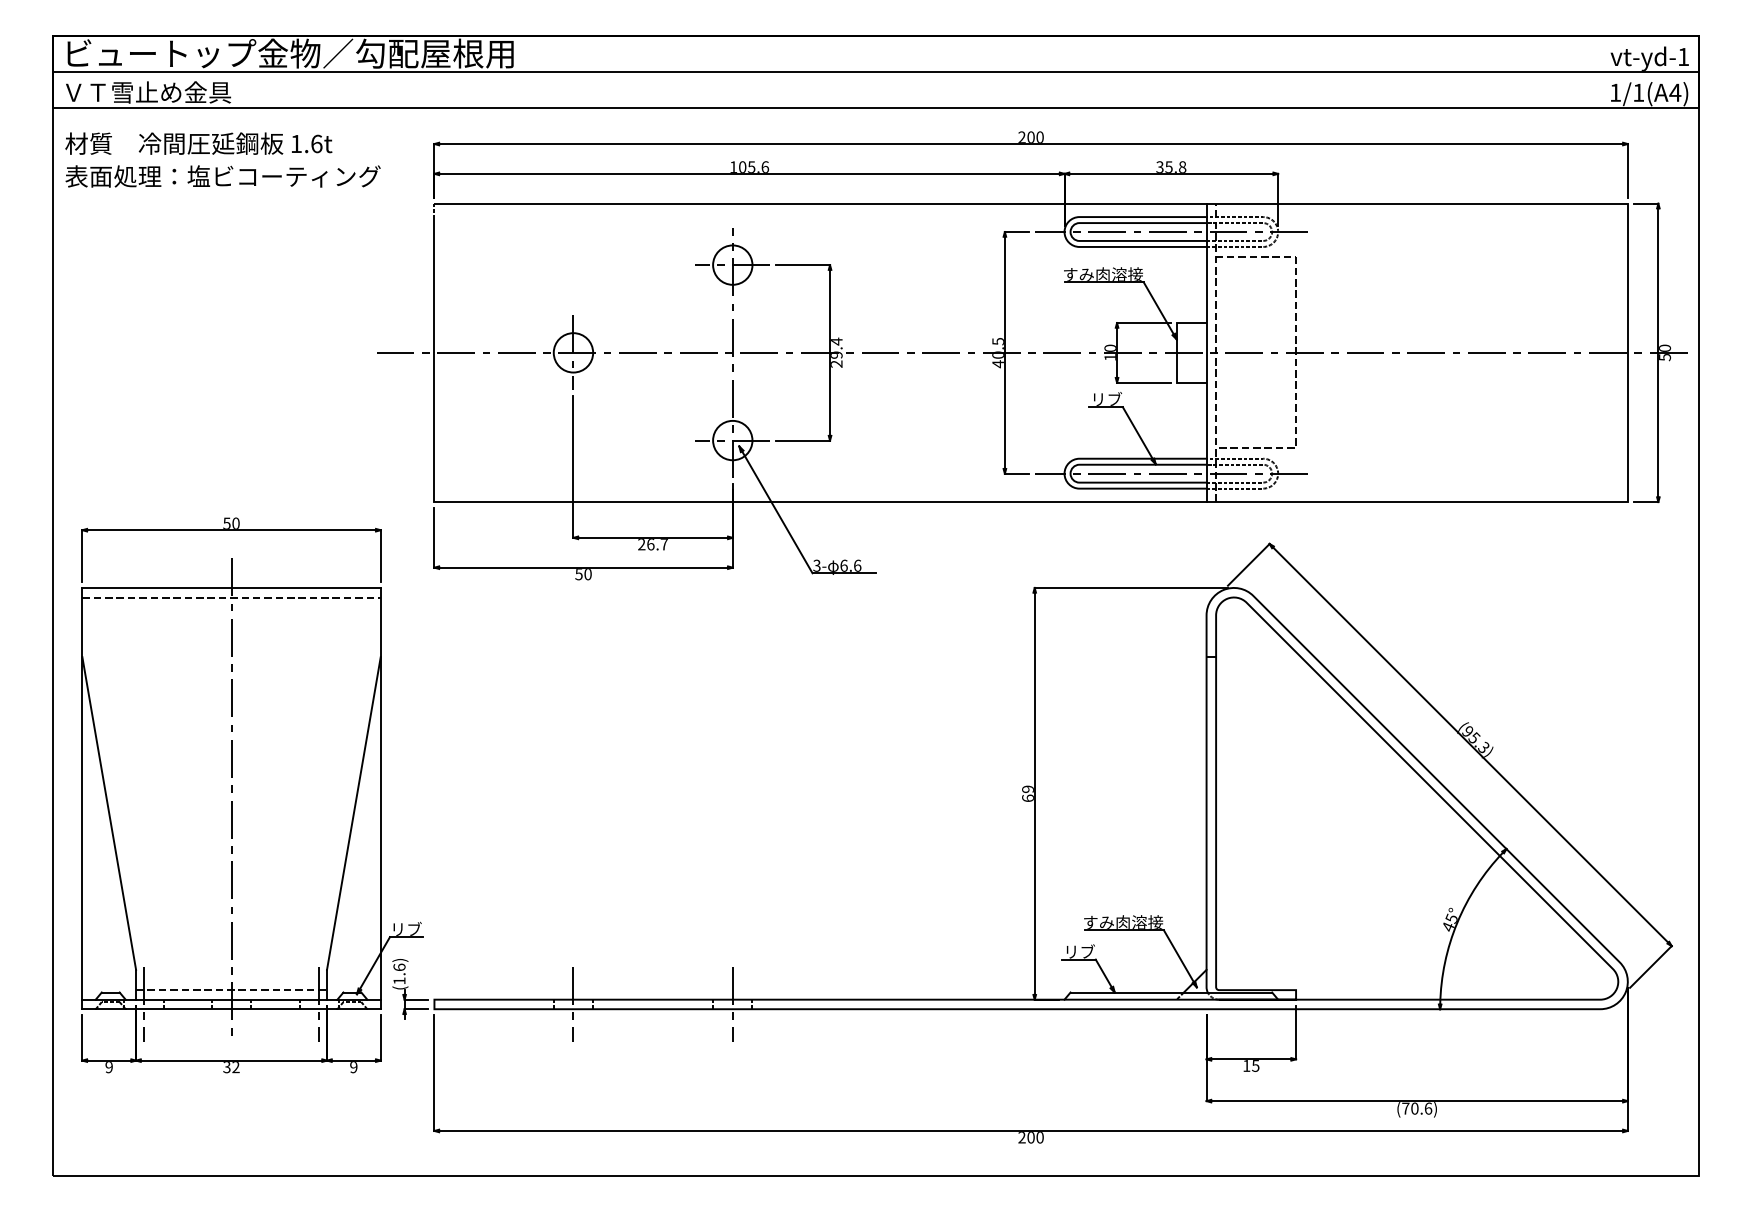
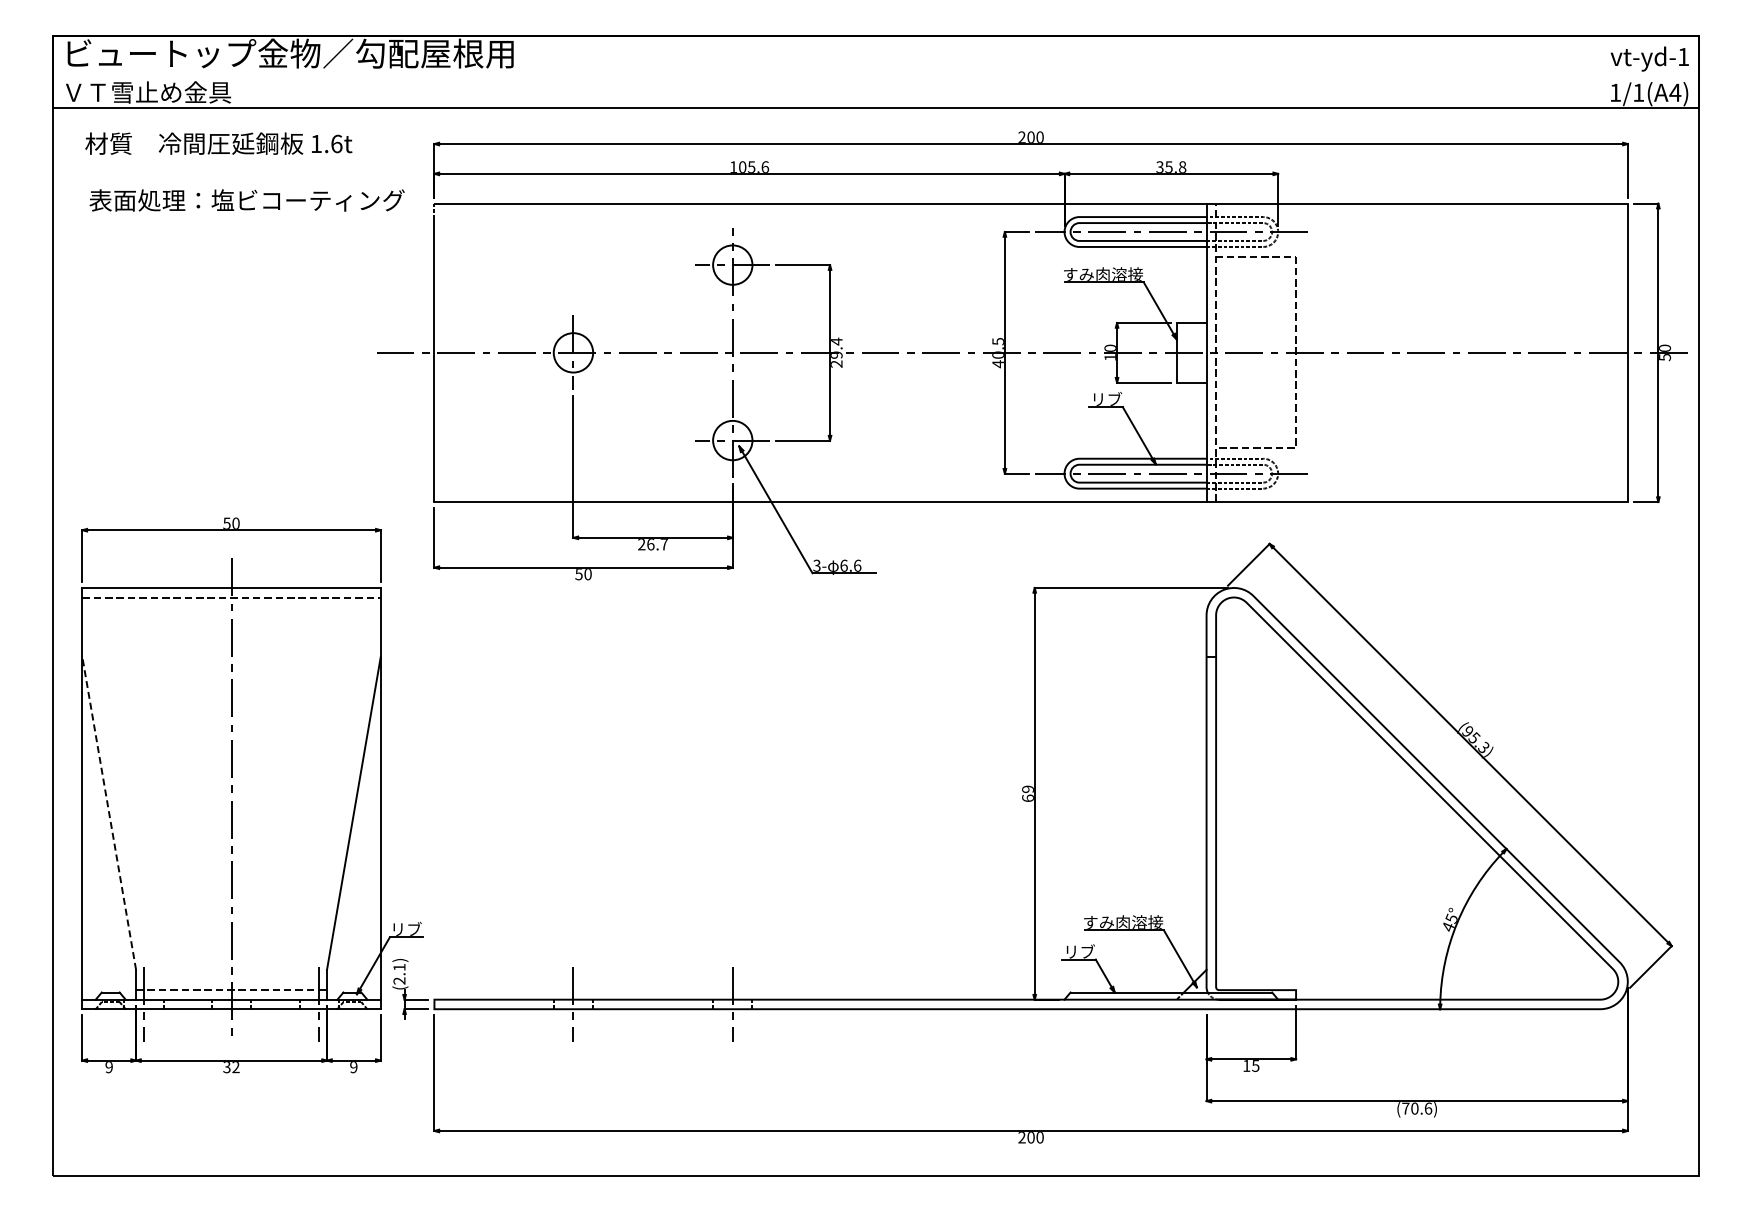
line at (875, 71): present -> none
text at (198, 143) position: (198, 143) -> (218, 143)
text at (222, 176) position: (222, 176) -> (246, 200)
line at (109, 813): solid -> dashed
text at (399, 973): (1.6) -> (2.1)
